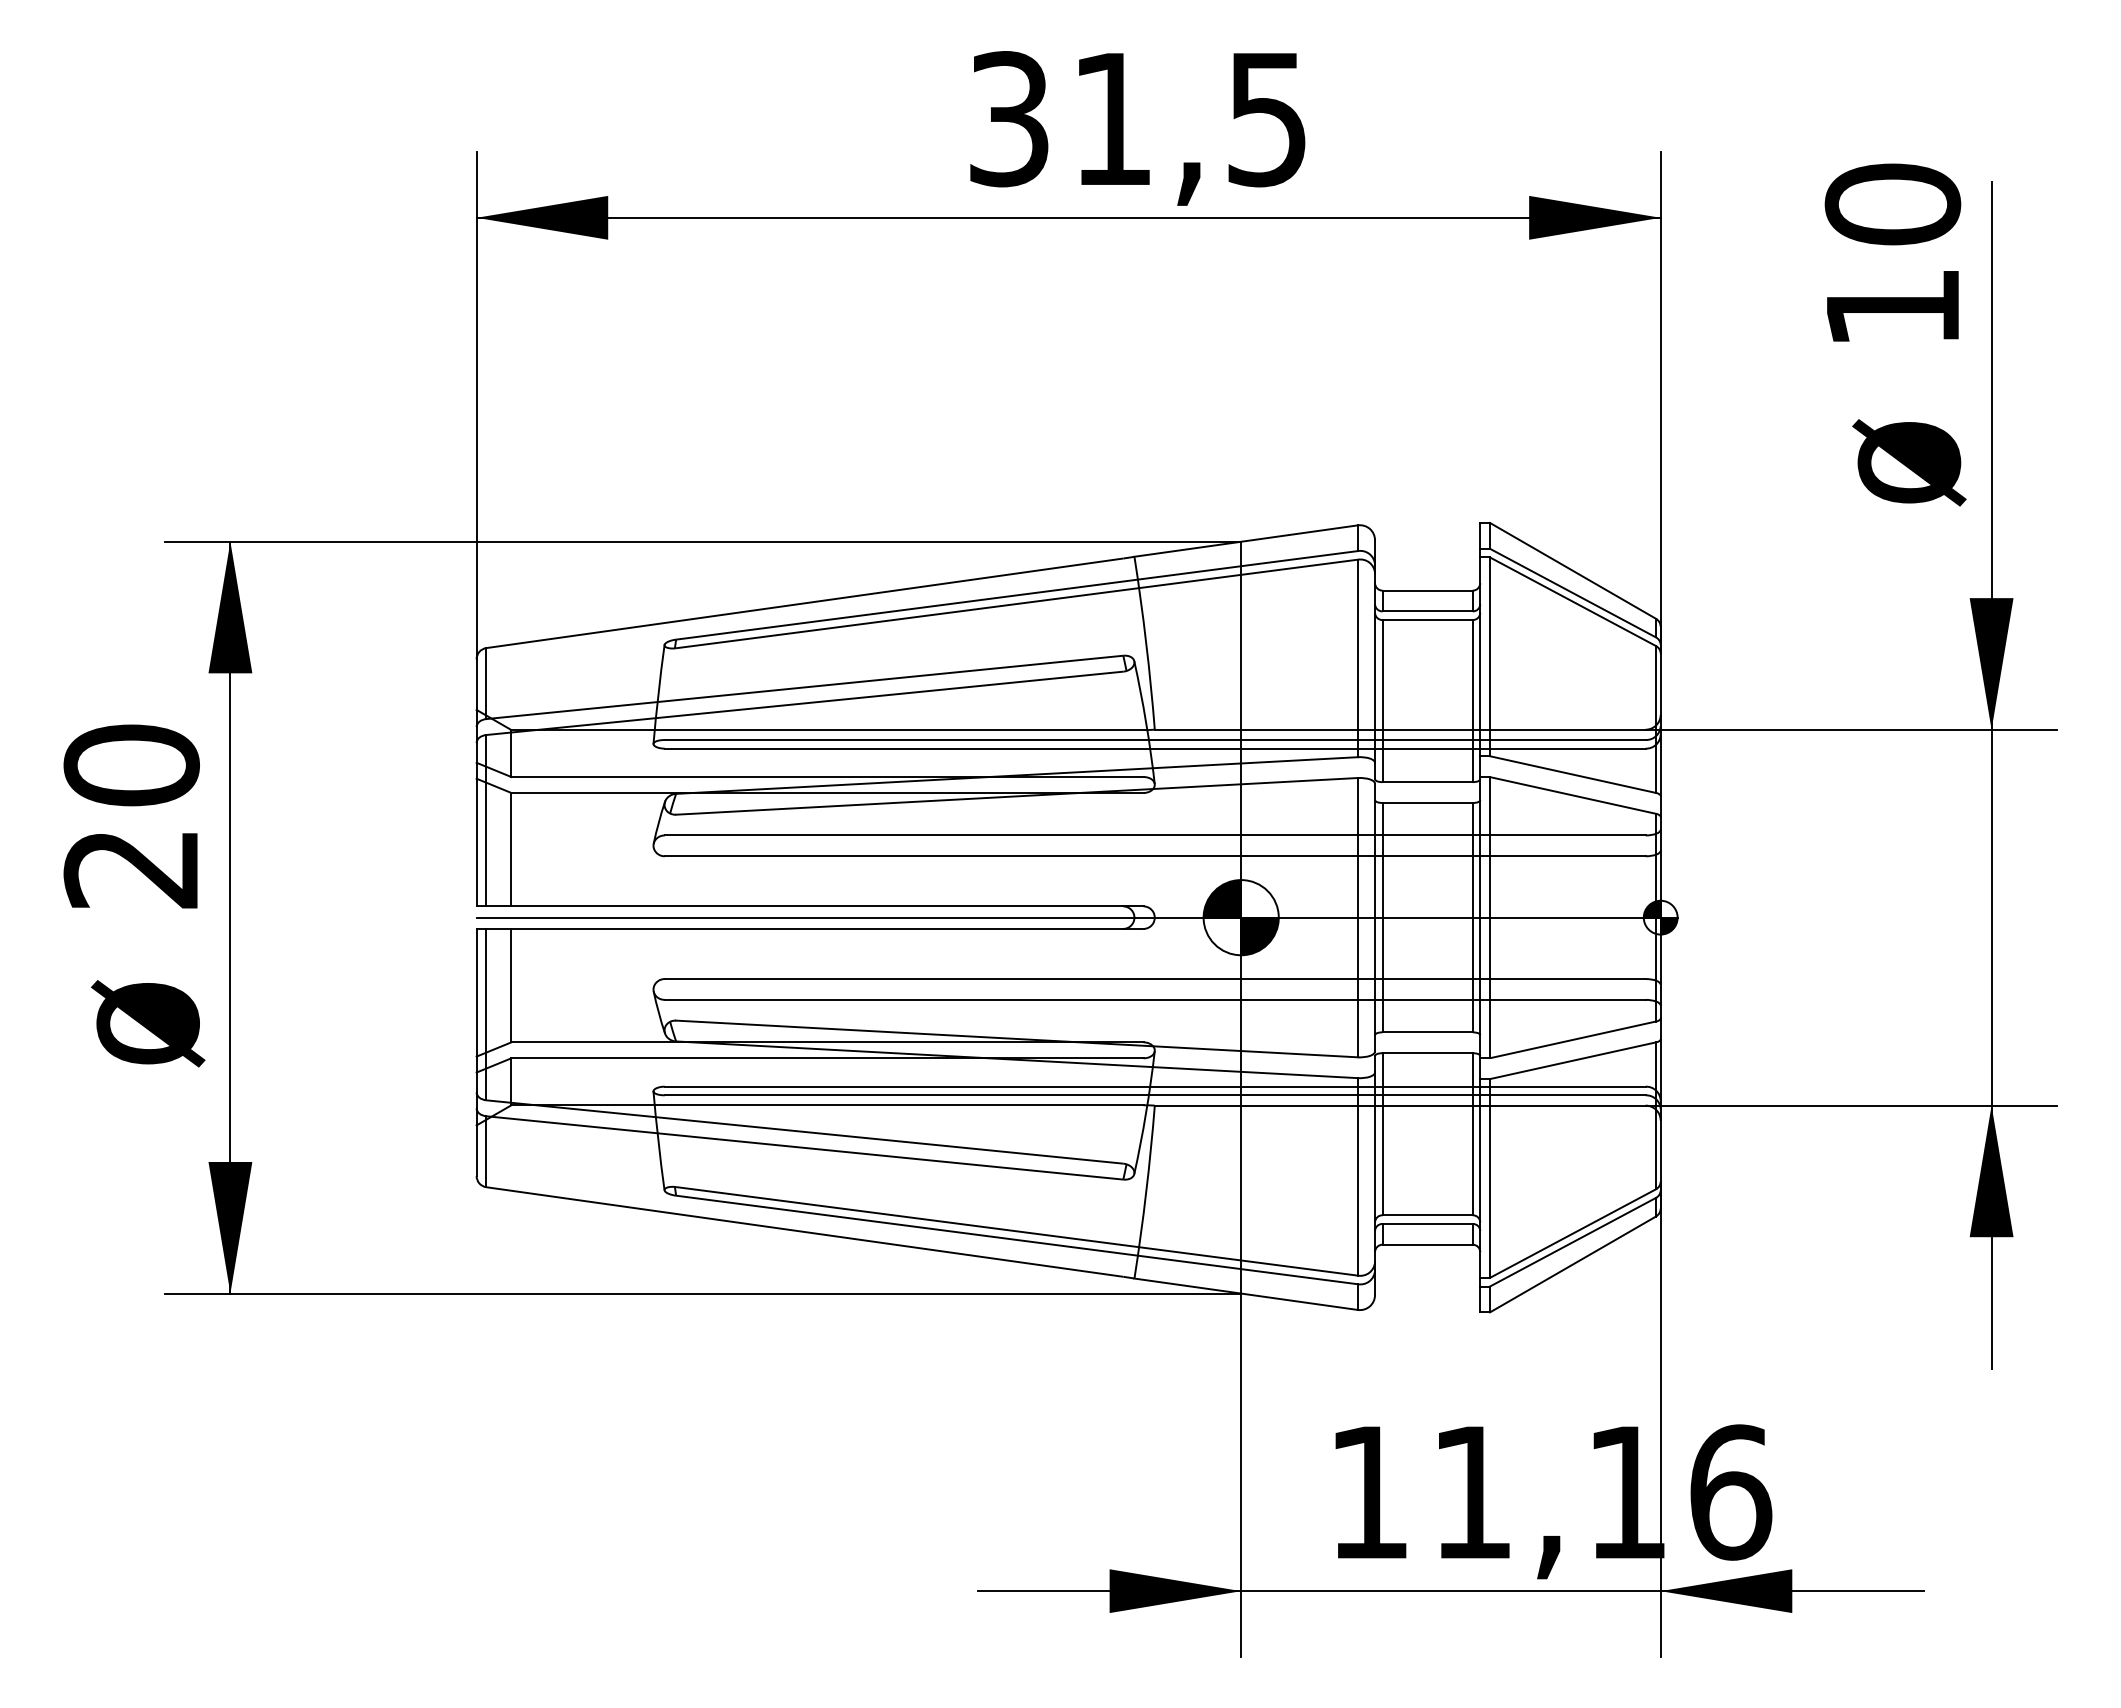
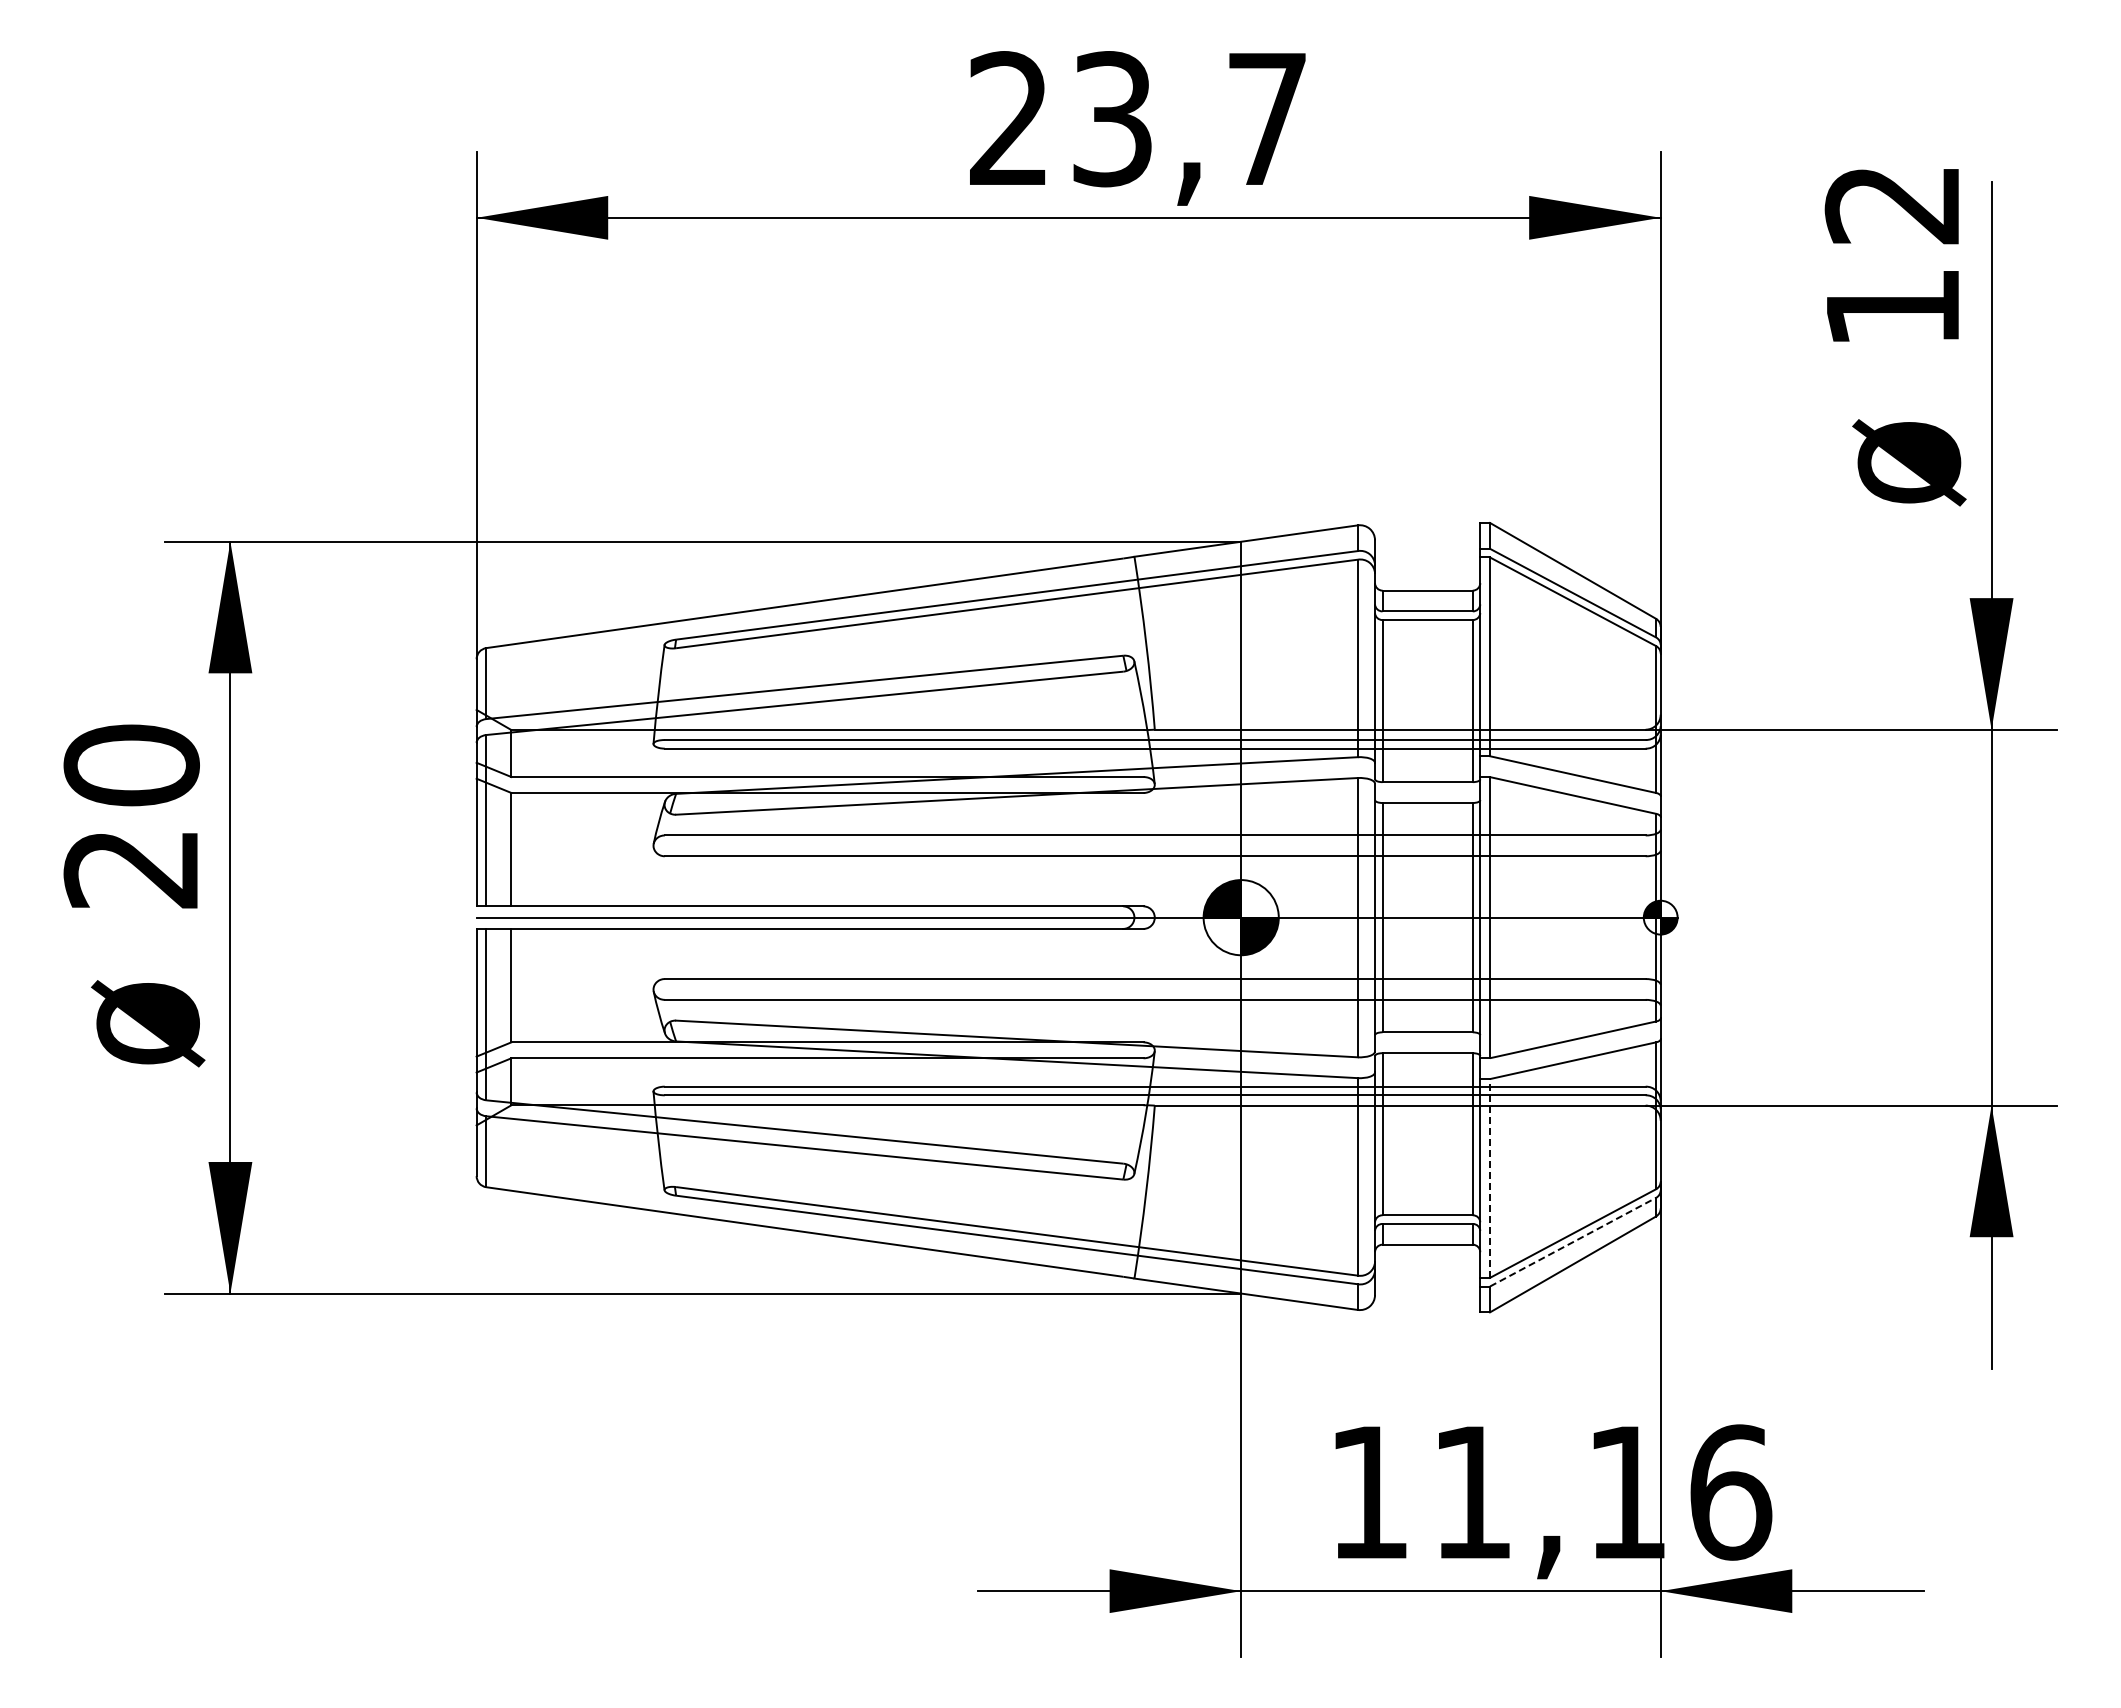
text at (1137, 119): 31,5 -> 23,7
text at (1892, 204): 10 -> 12
line at (1490, 1177): solid -> dashed
line at (1573, 1241): solid -> dashed
